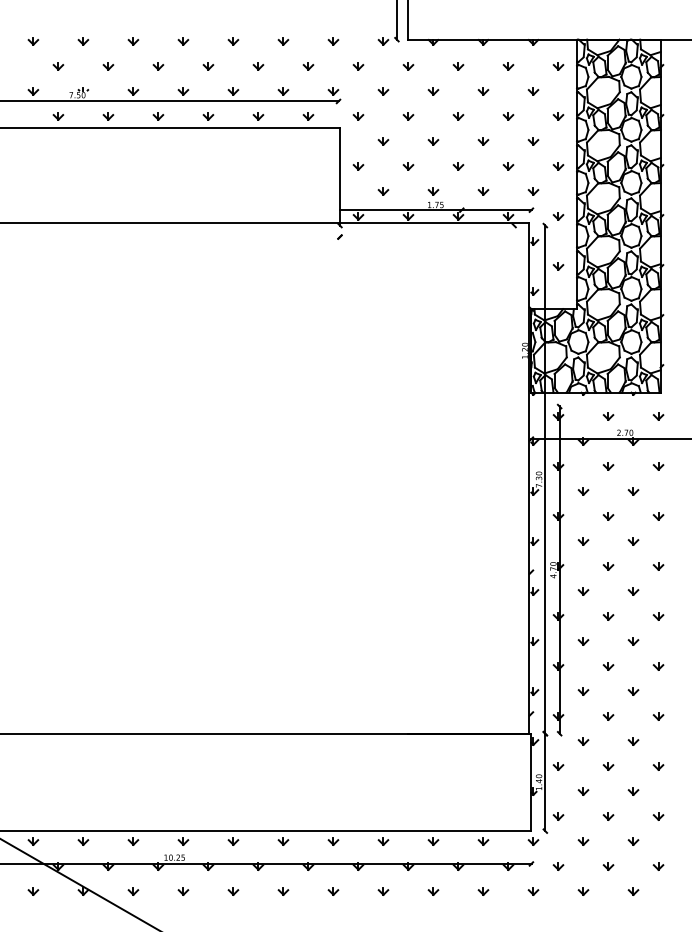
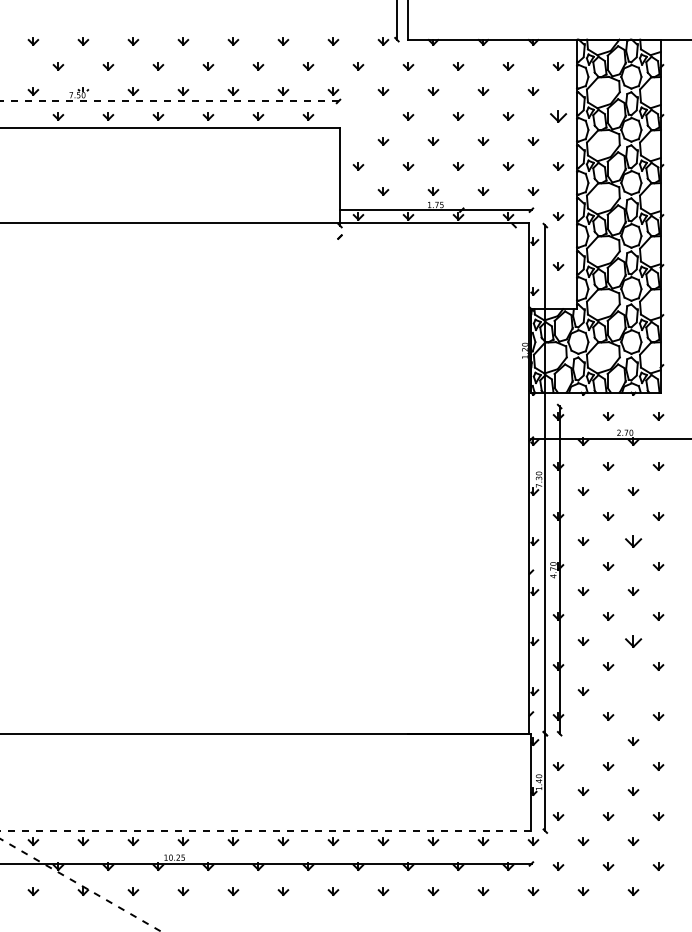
line at (168, 101): solid -> dashed
part at (358, 116): present -> none
part at (558, 116) size: 13x9 px -> 18x13 px
part at (633, 541) size: 13x9 px -> 18x13 px
part at (633, 641) size: 13x9 px -> 18x13 px
part at (633, 691): present -> none
part at (583, 741): present -> none
line at (265, 831): solid -> dashed
line at (80, 885): solid -> dashed
